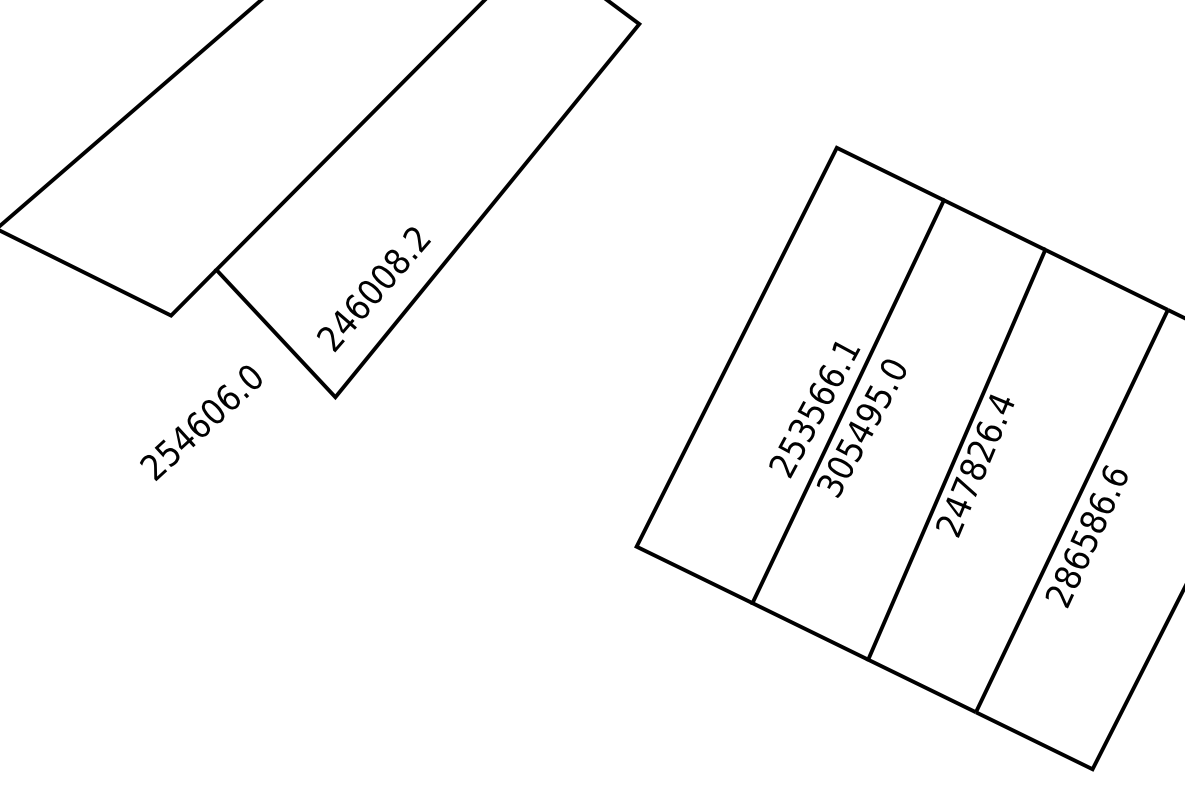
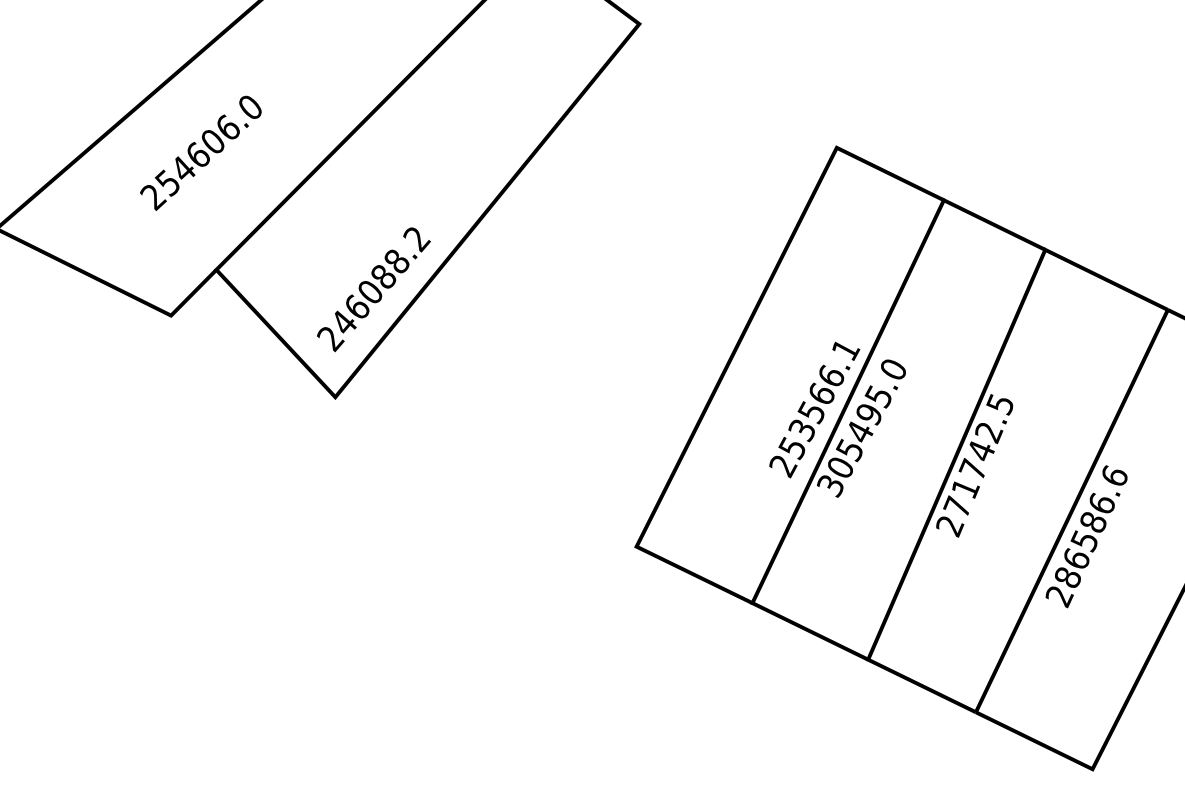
text at (383, 276): 246008.2 -> 246088.2
text at (200, 422) position: (200, 422) -> (200, 152)
text at (978, 455): 247826.4 -> 271742.5
